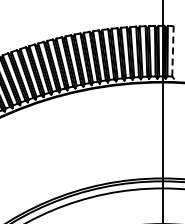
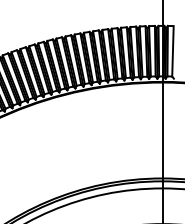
line at (172, 50): dashed -> solid
